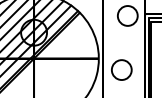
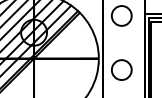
circle at (127, 15) position: (127, 15) -> (121, 15)
